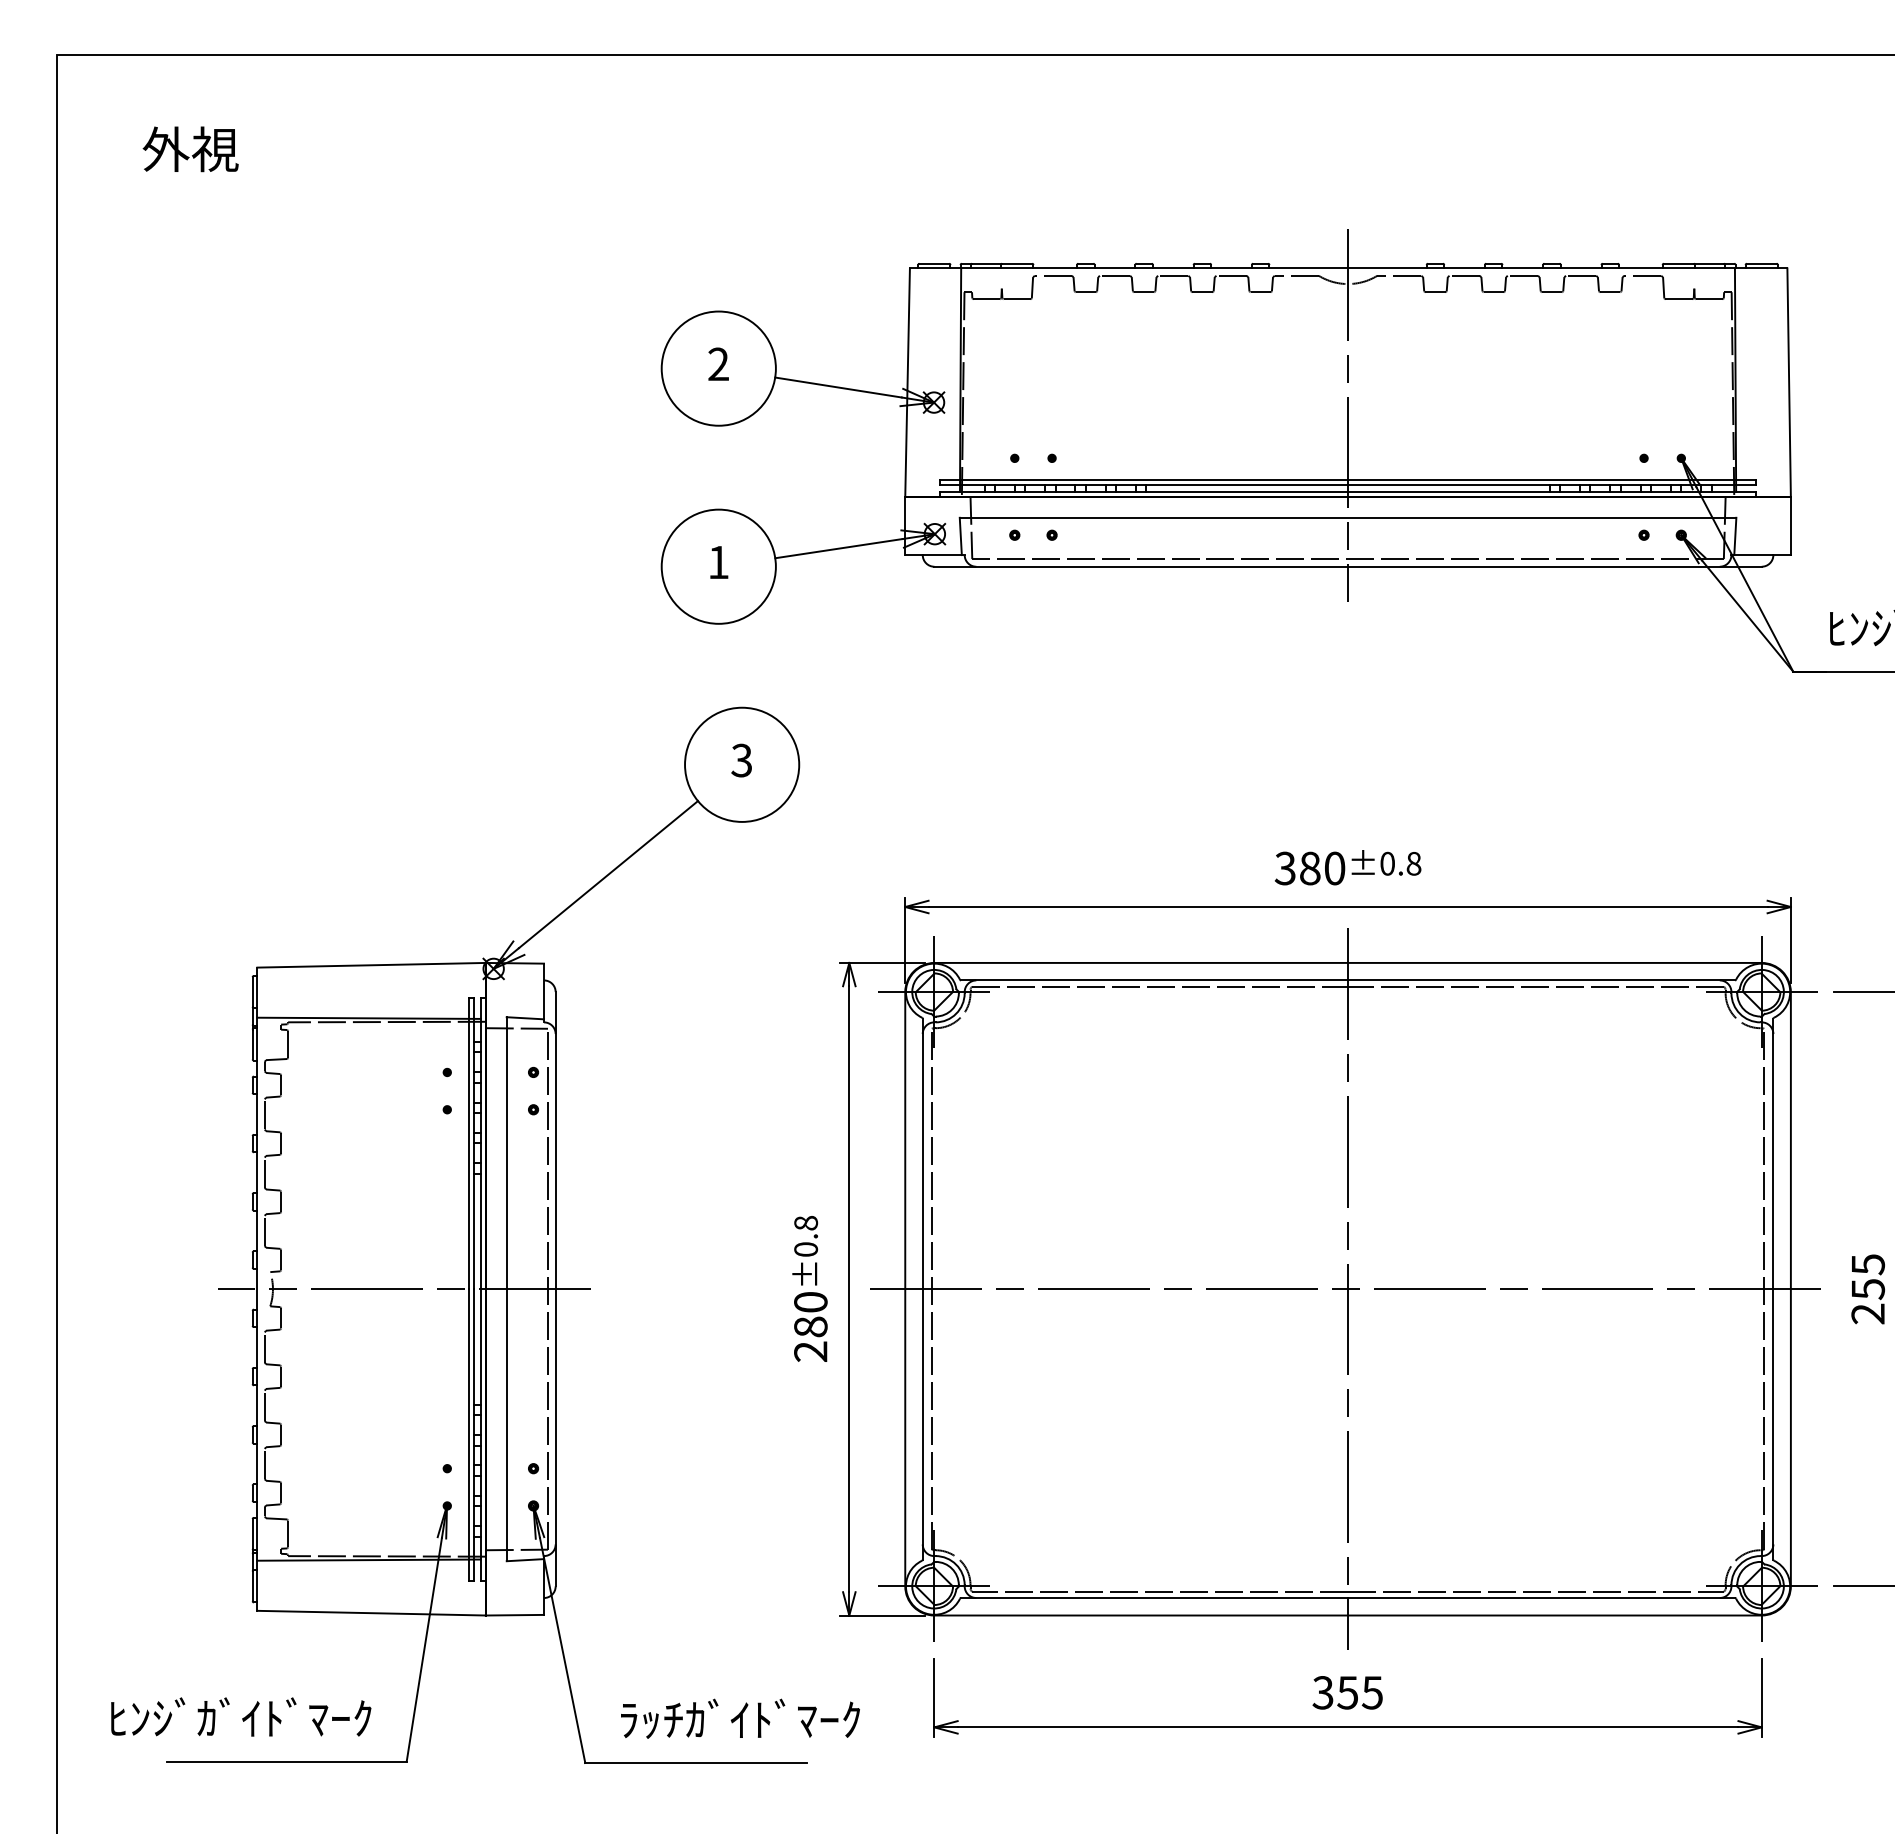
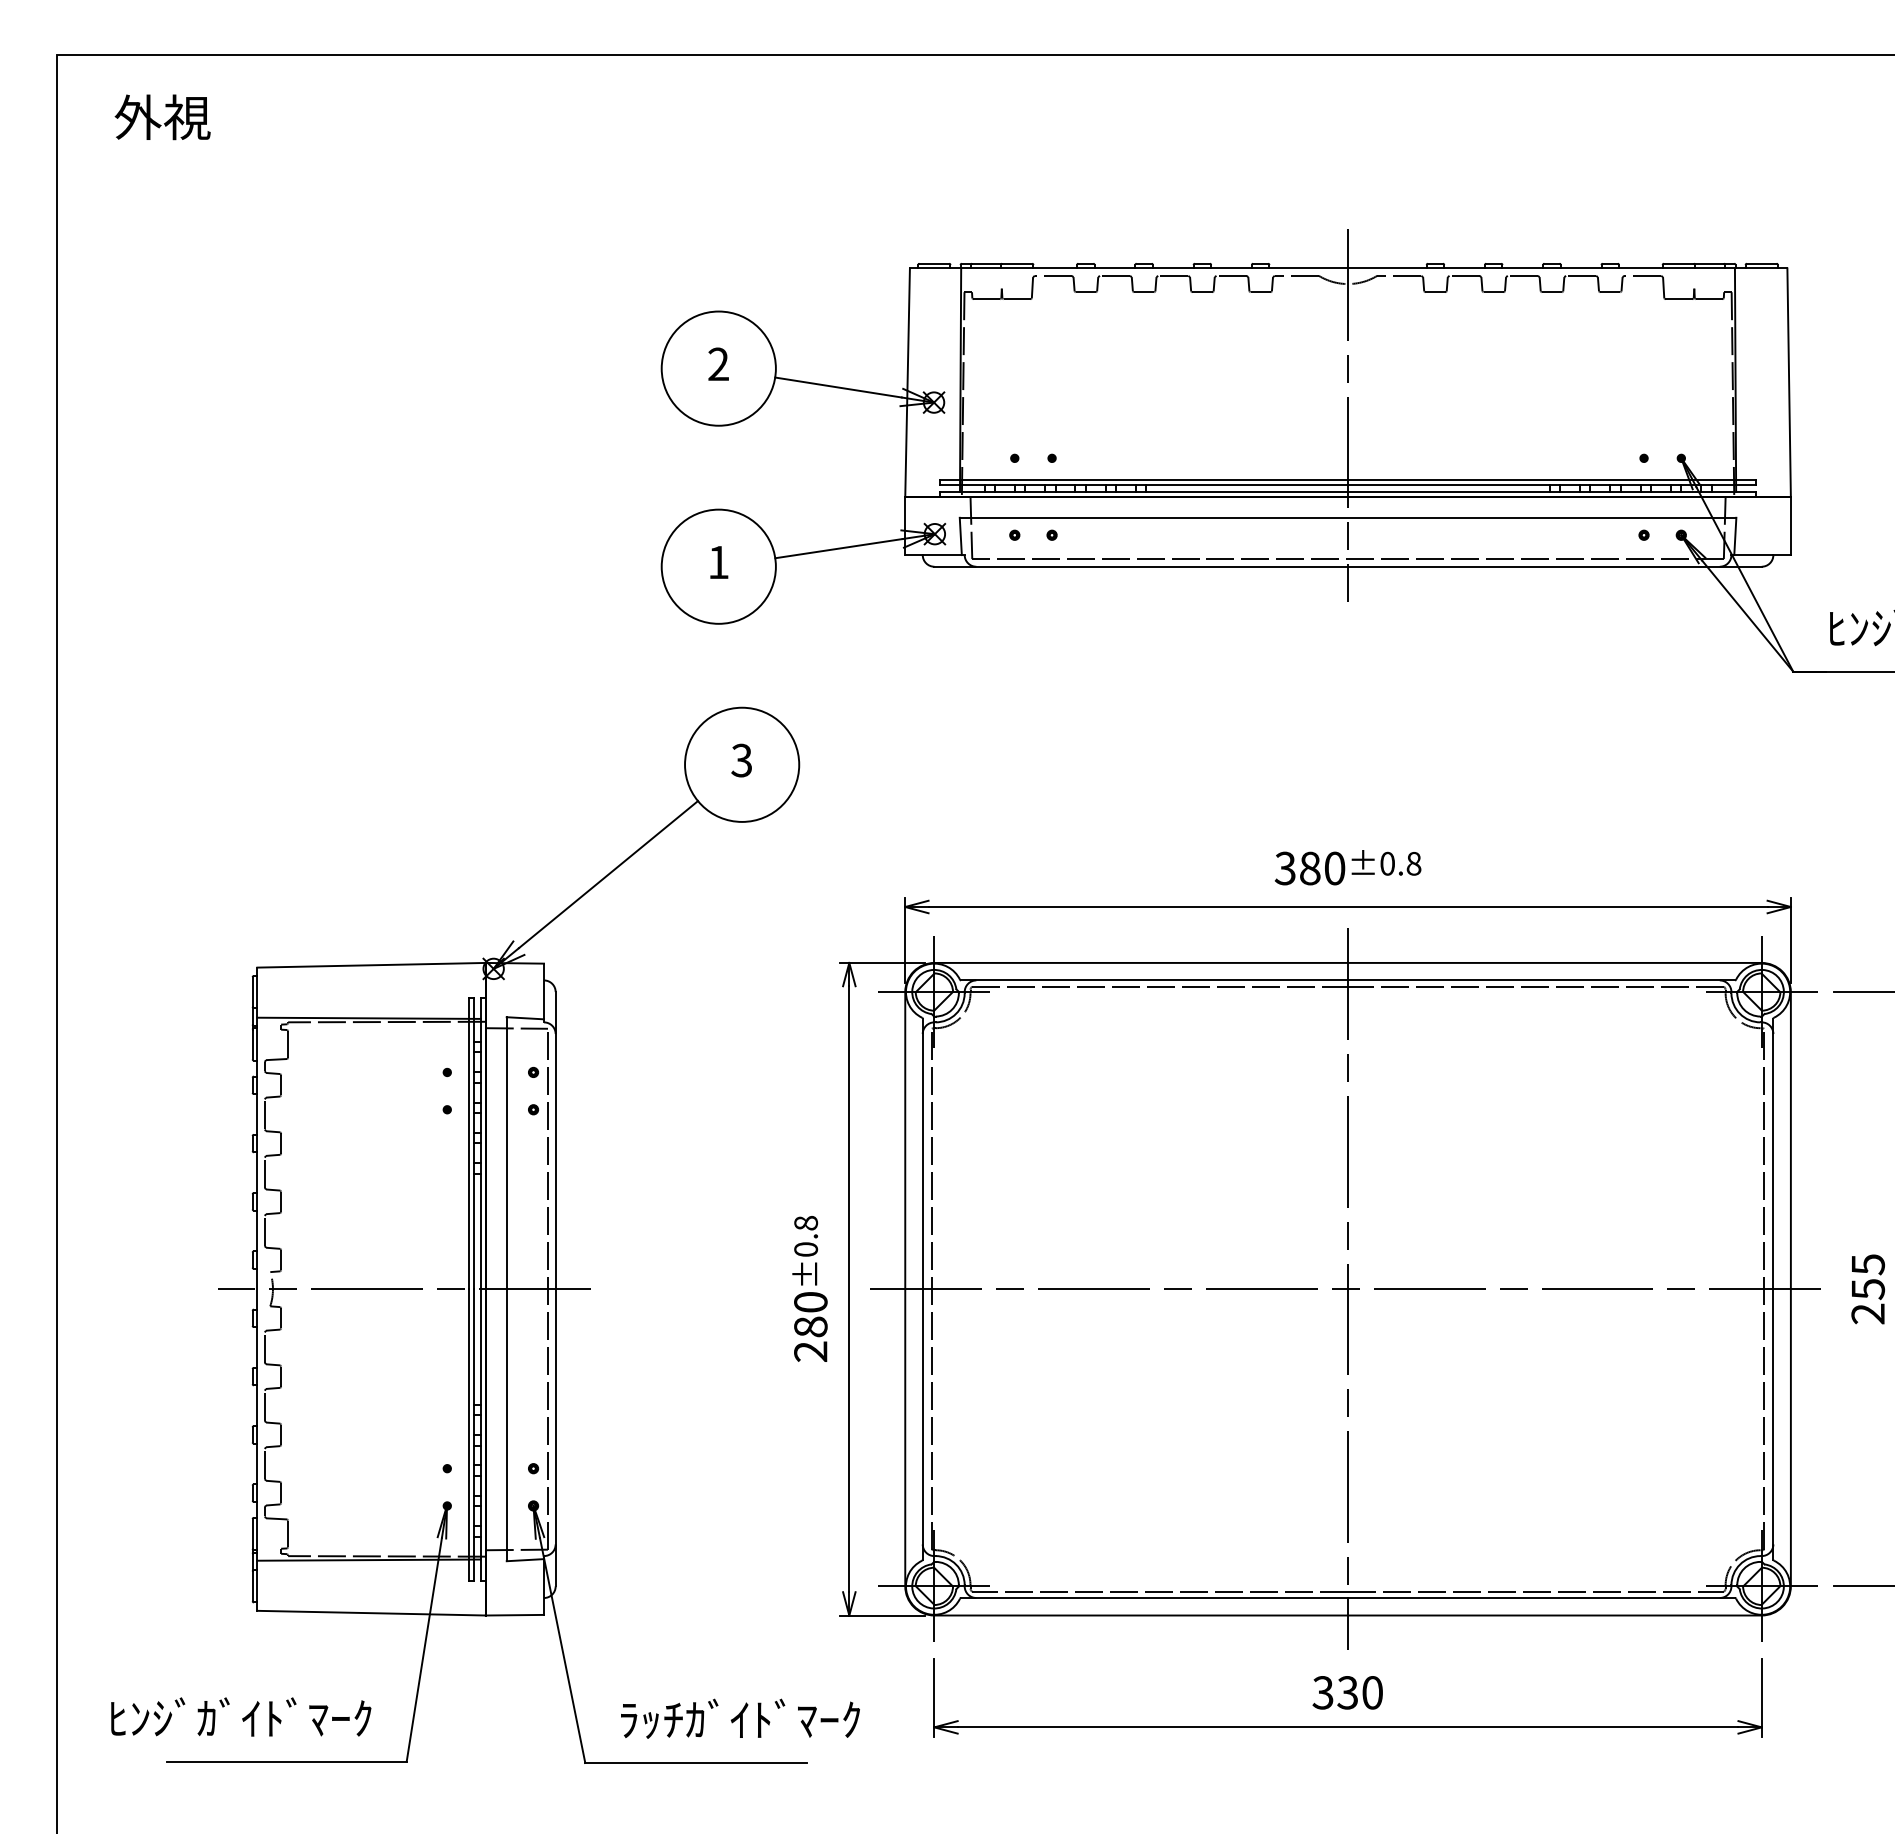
text at (190, 149) position: (190, 149) -> (162, 117)
text at (1359, 1692): 355 -> 330
